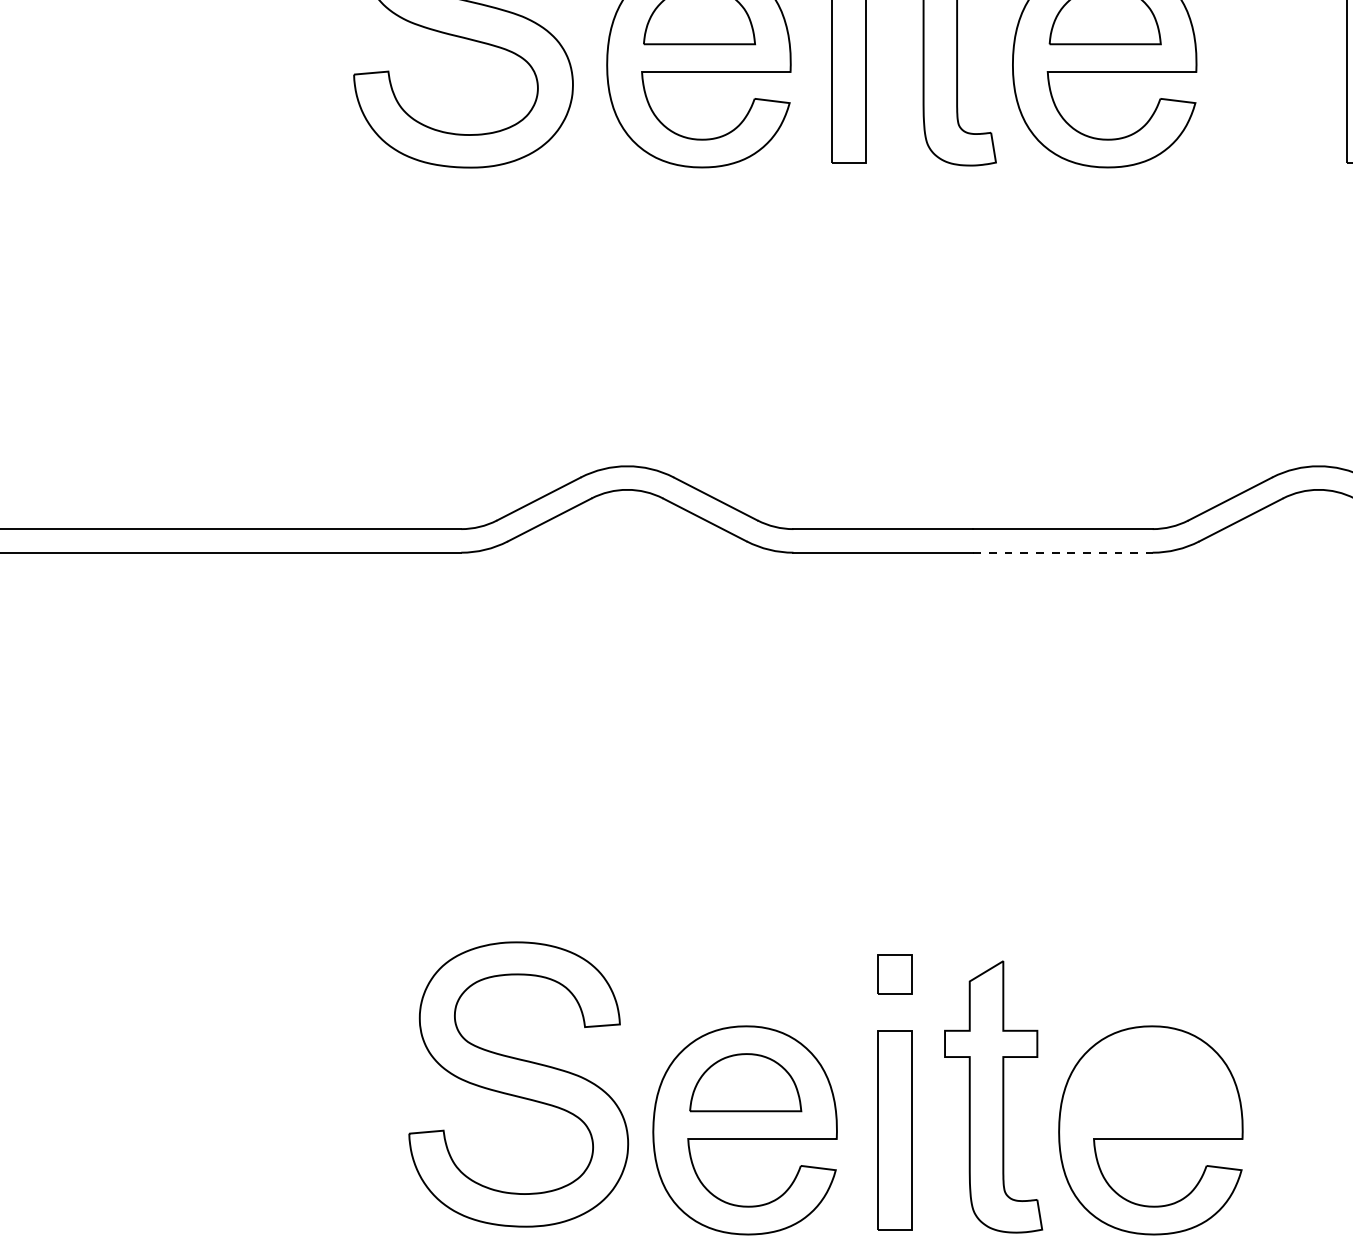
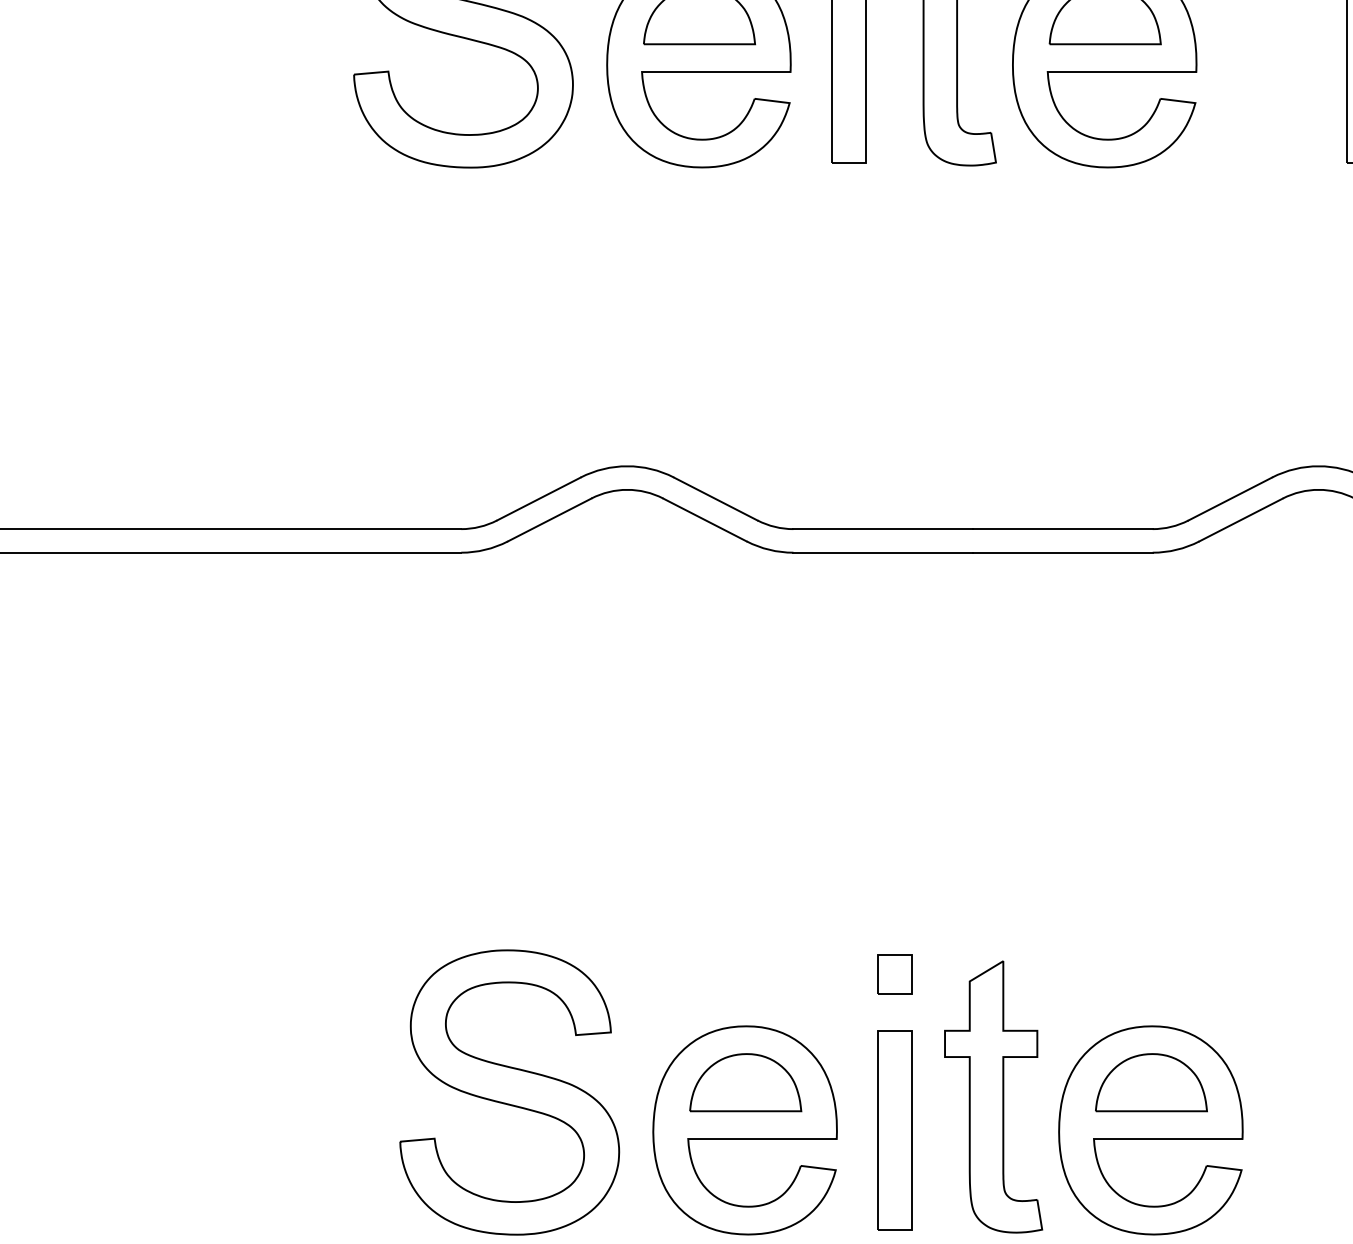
line at (1062, 552): dashed -> solid
part at (1151, 1082): none -> present
part at (518, 1084) position: (518, 1084) -> (509, 1092)
